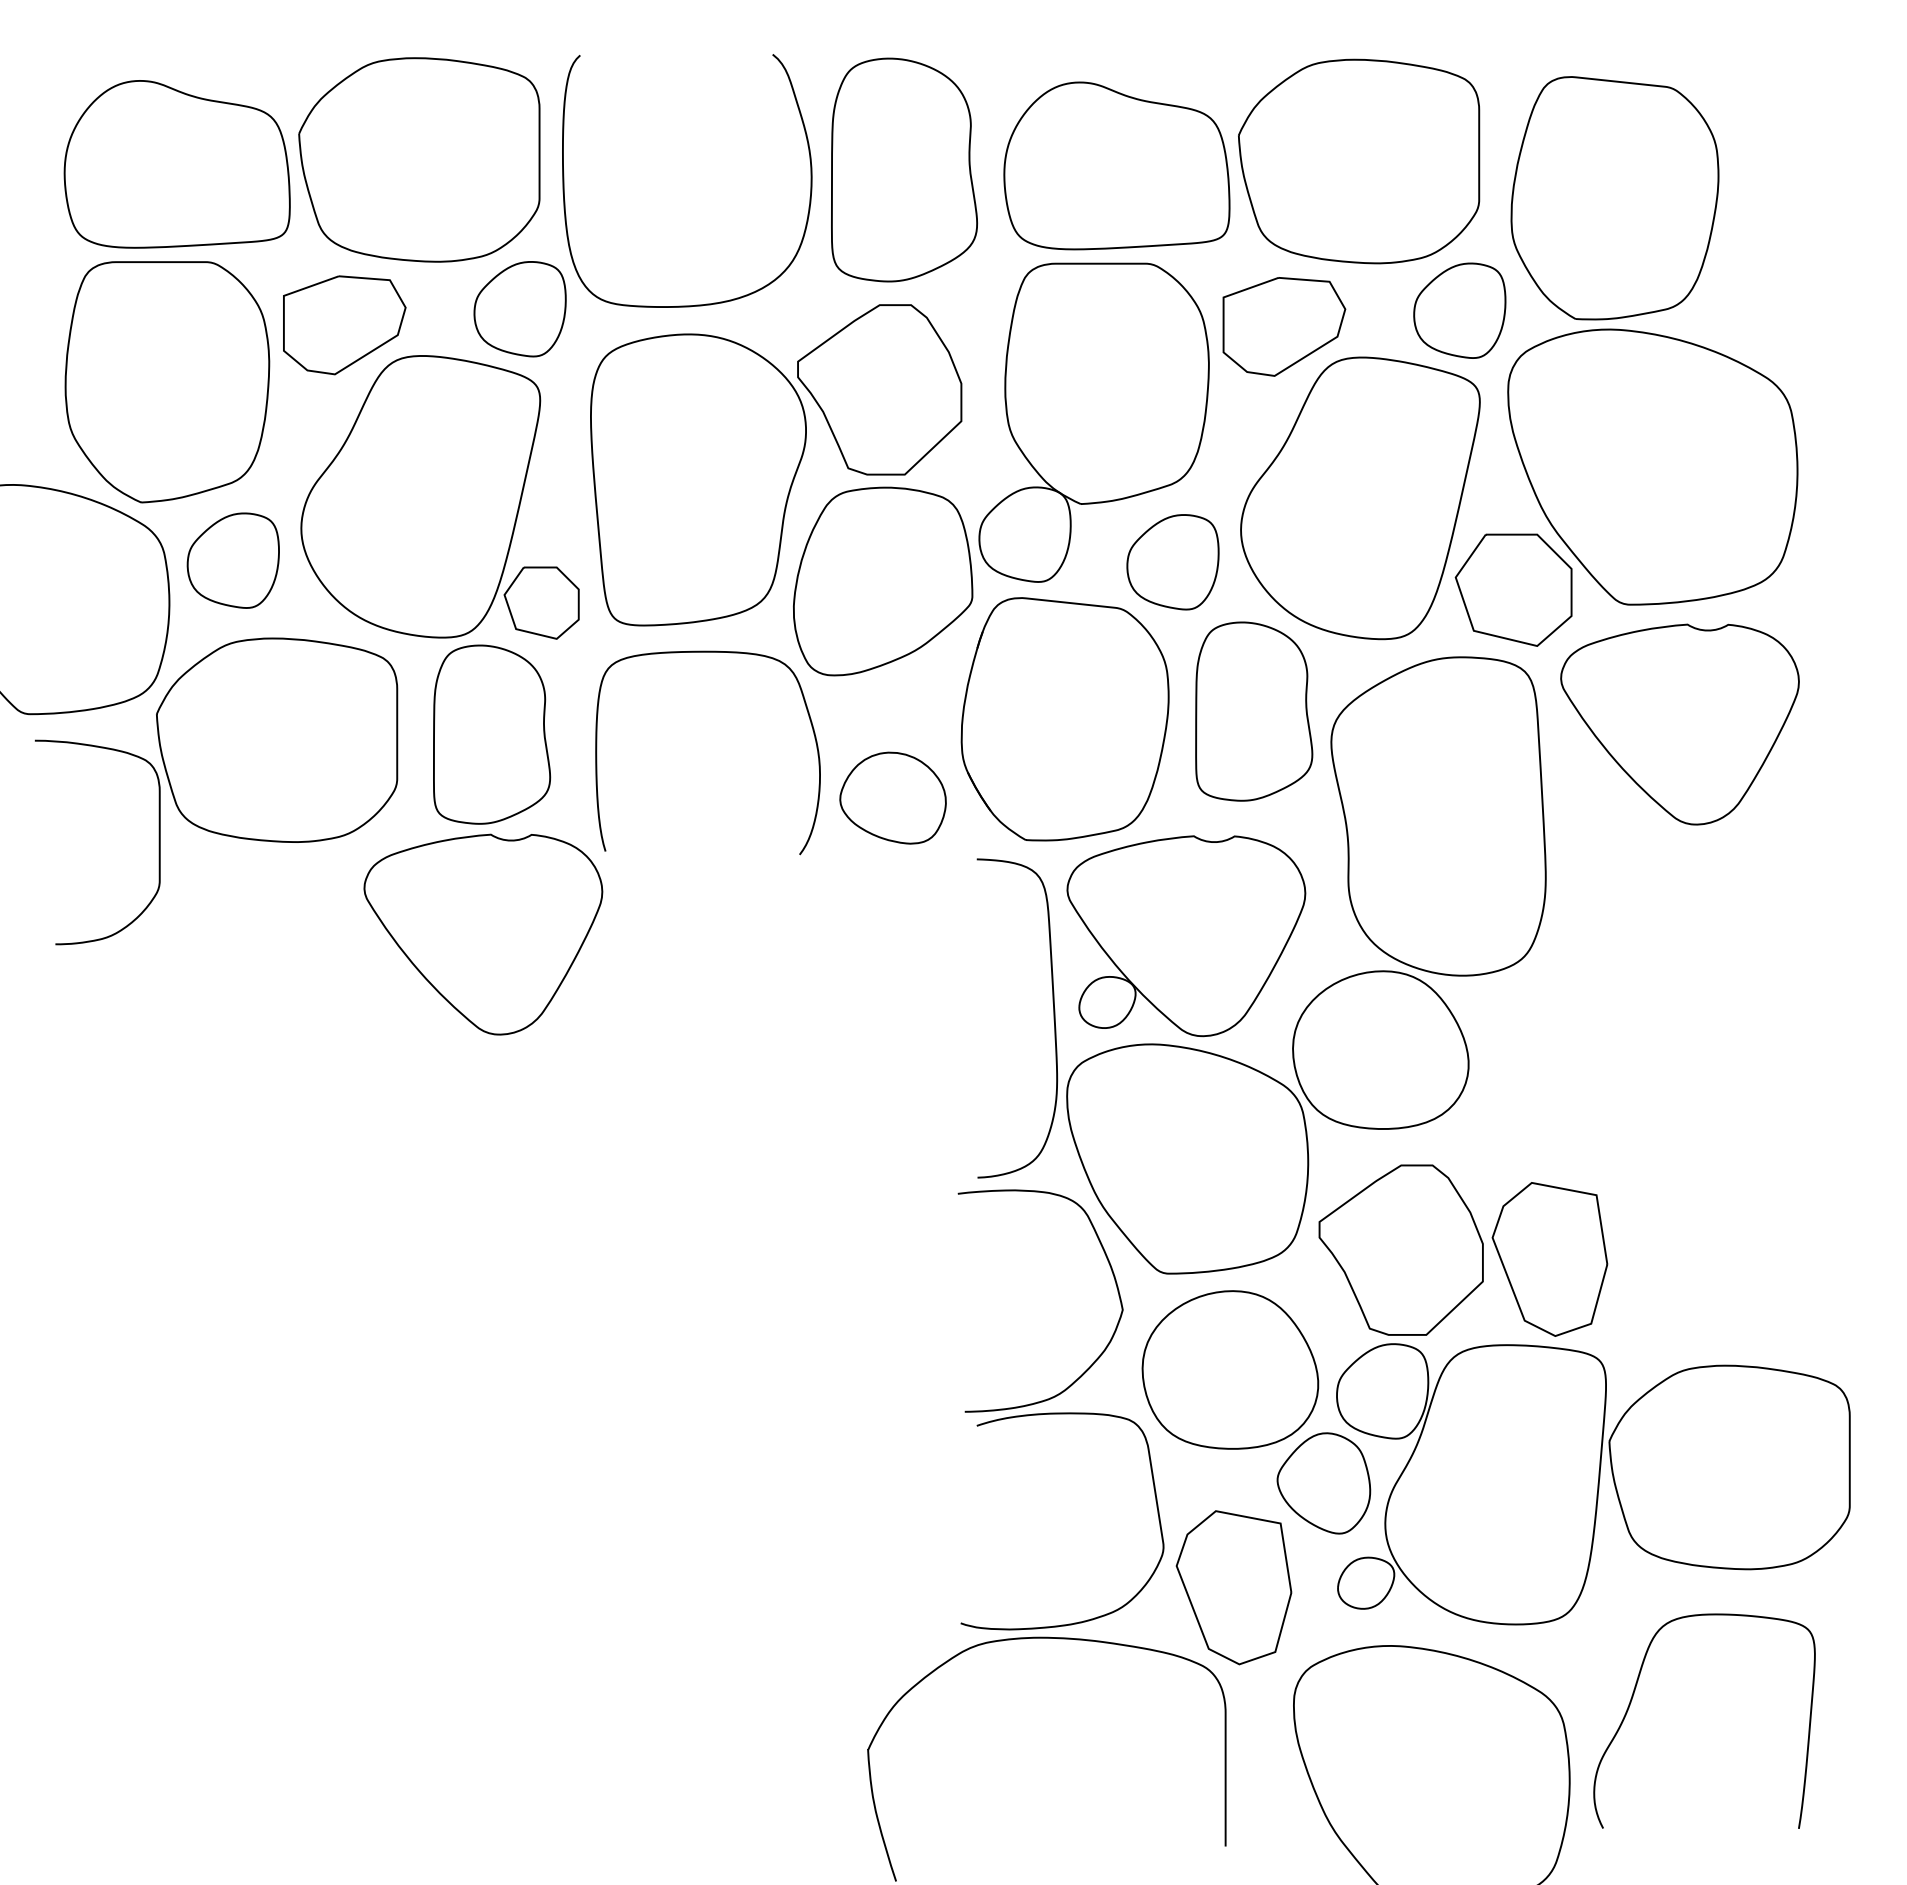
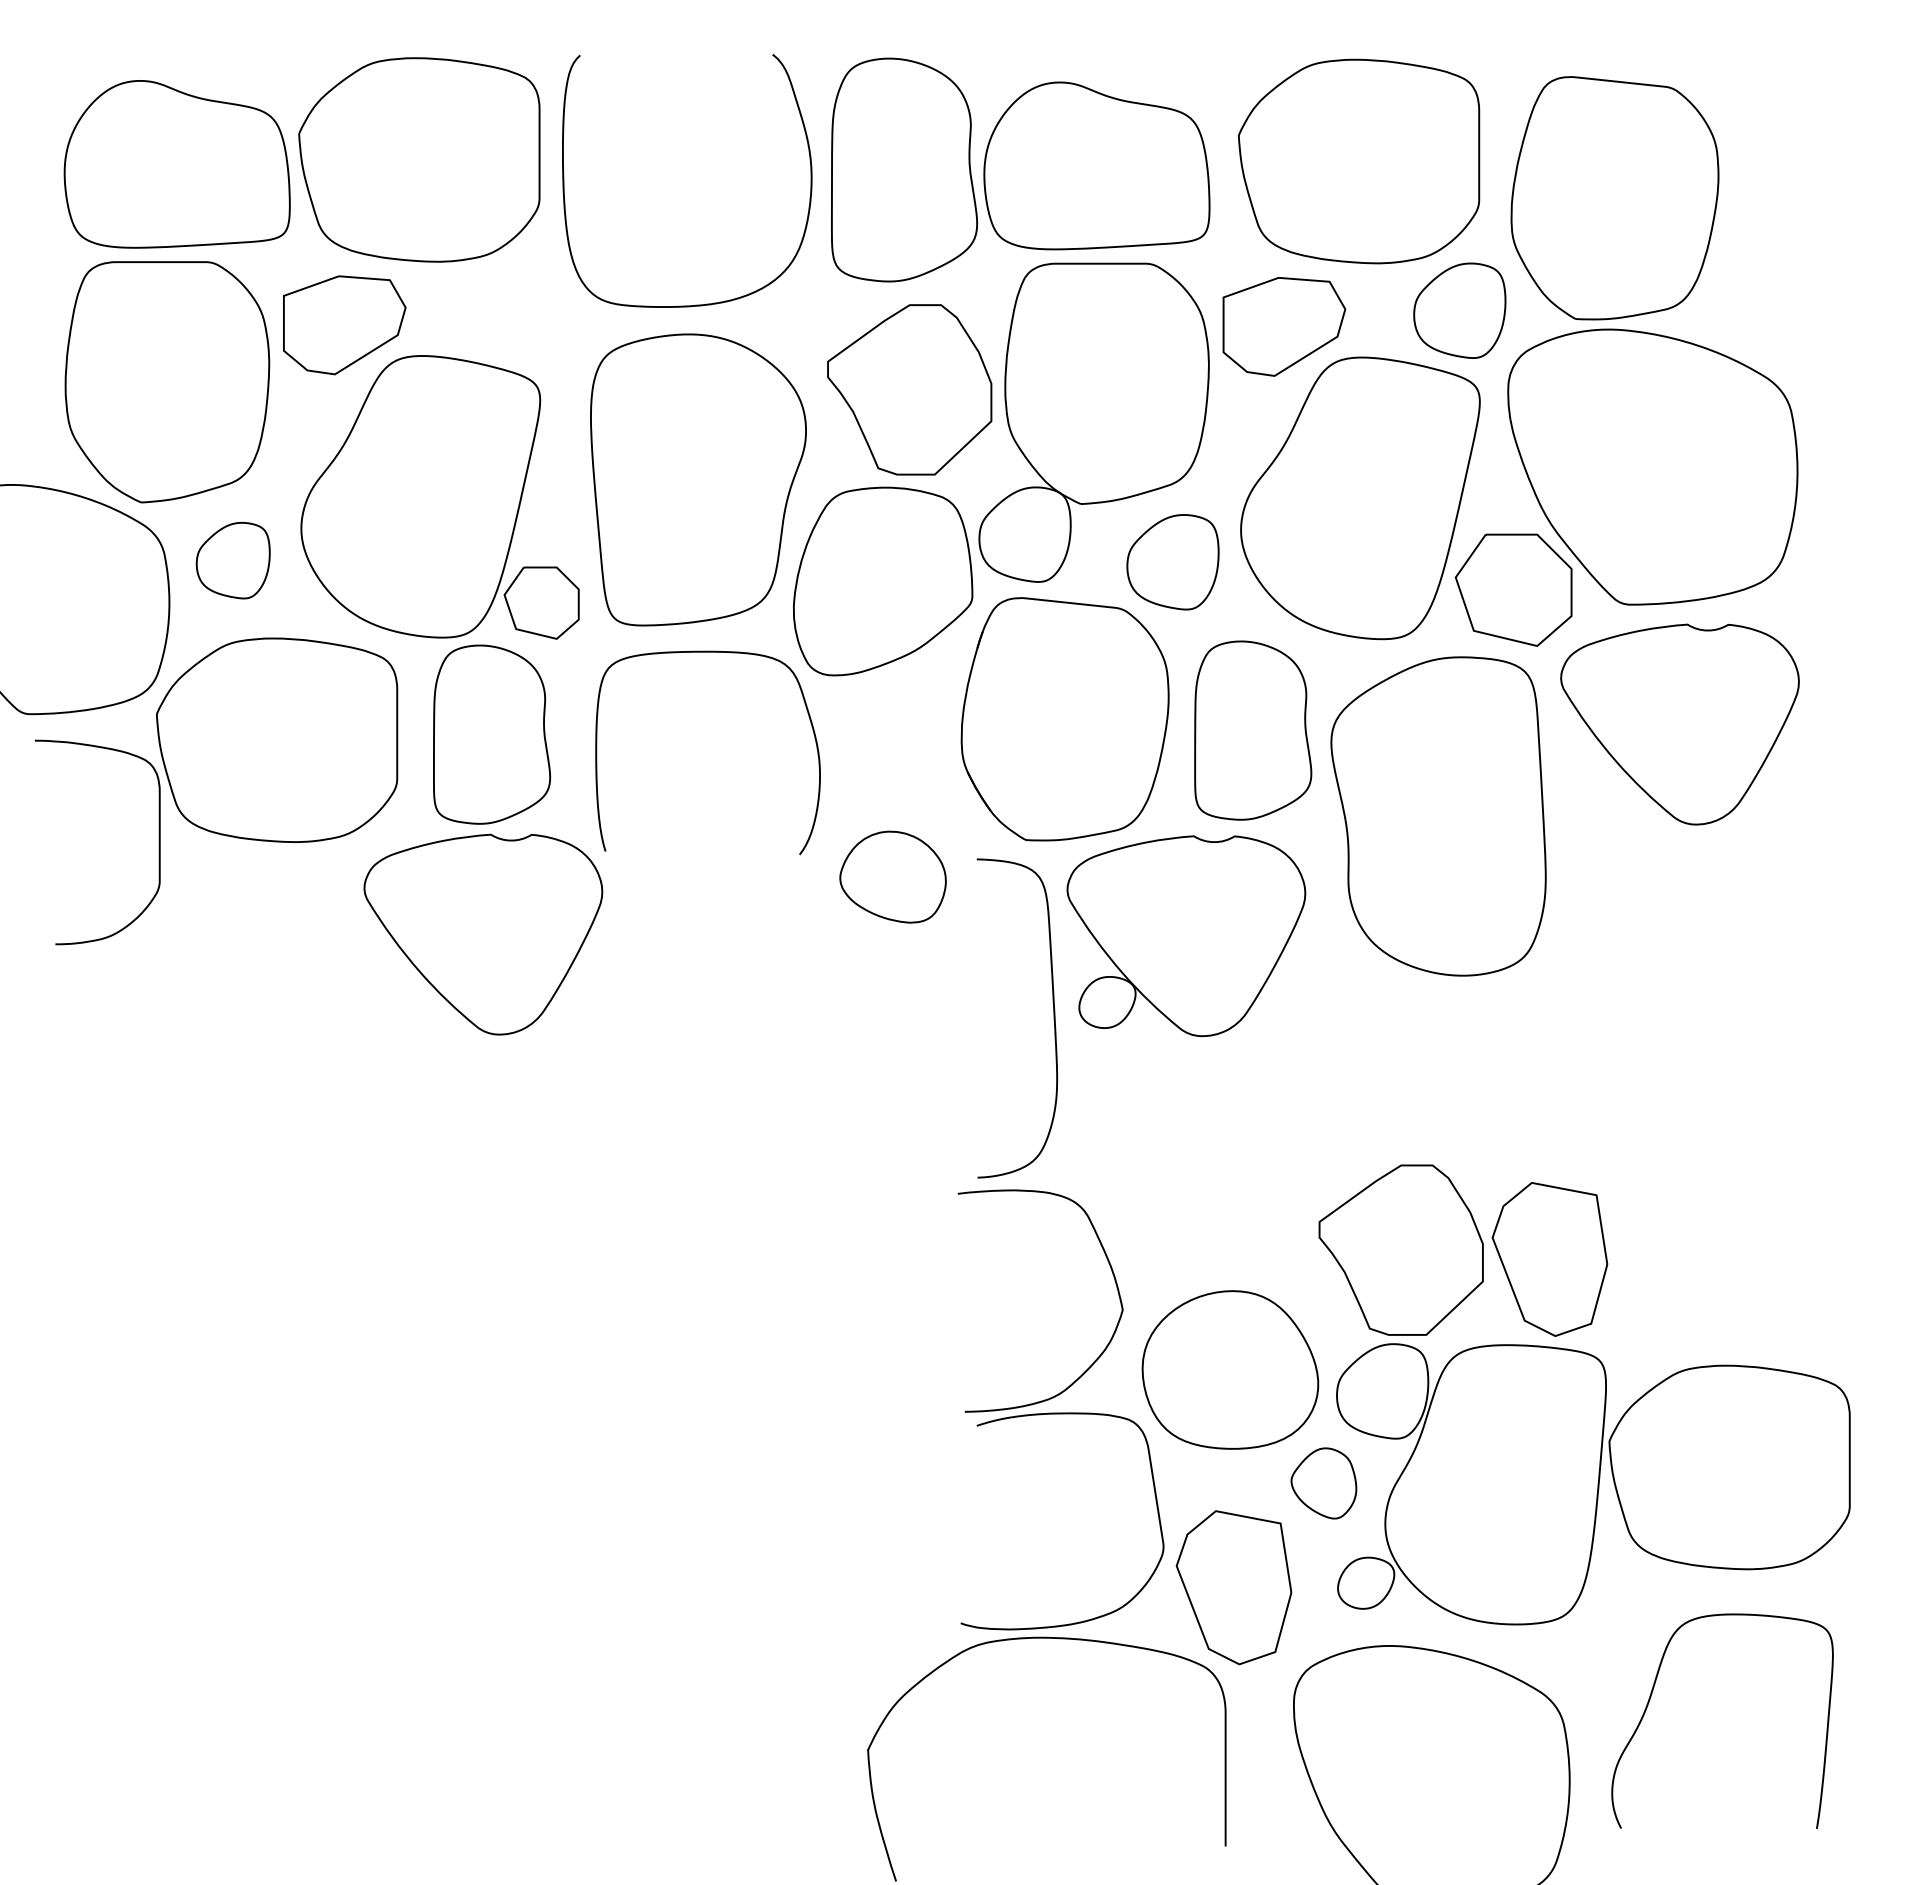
part at (1116, 165) position: (1116, 165) -> (1096, 165)
part at (519, 309): present -> none
part at (879, 389) position: (879, 389) -> (909, 389)
part at (232, 560) size: 94x97 px -> 76x78 px
part at (1254, 711) position: (1254, 711) -> (1253, 730)
part at (892, 797) position: (892, 797) -> (892, 876)
part at (1267, 1122): present -> none
part at (1323, 1483) size: 96x103 px -> 68x73 px
curve at (1633, 1697) position: (1633, 1697) -> (1651, 1697)
